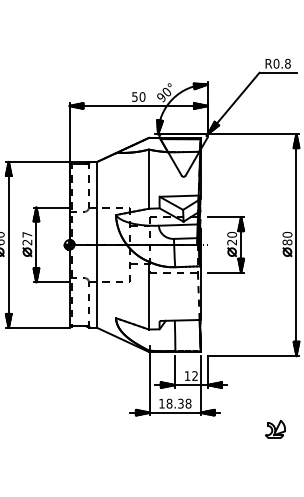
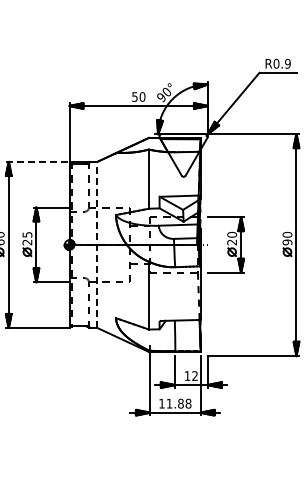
text at (287, 63): R0.8 -> R0.9
line at (37, 161): solid -> dashed
text at (27, 234): 27 -> 25
text at (287, 242): 80 -> 90
line at (97, 244): solid -> dashed
text at (174, 403): 18.38 -> 11.88
part at (275, 428): present -> none
